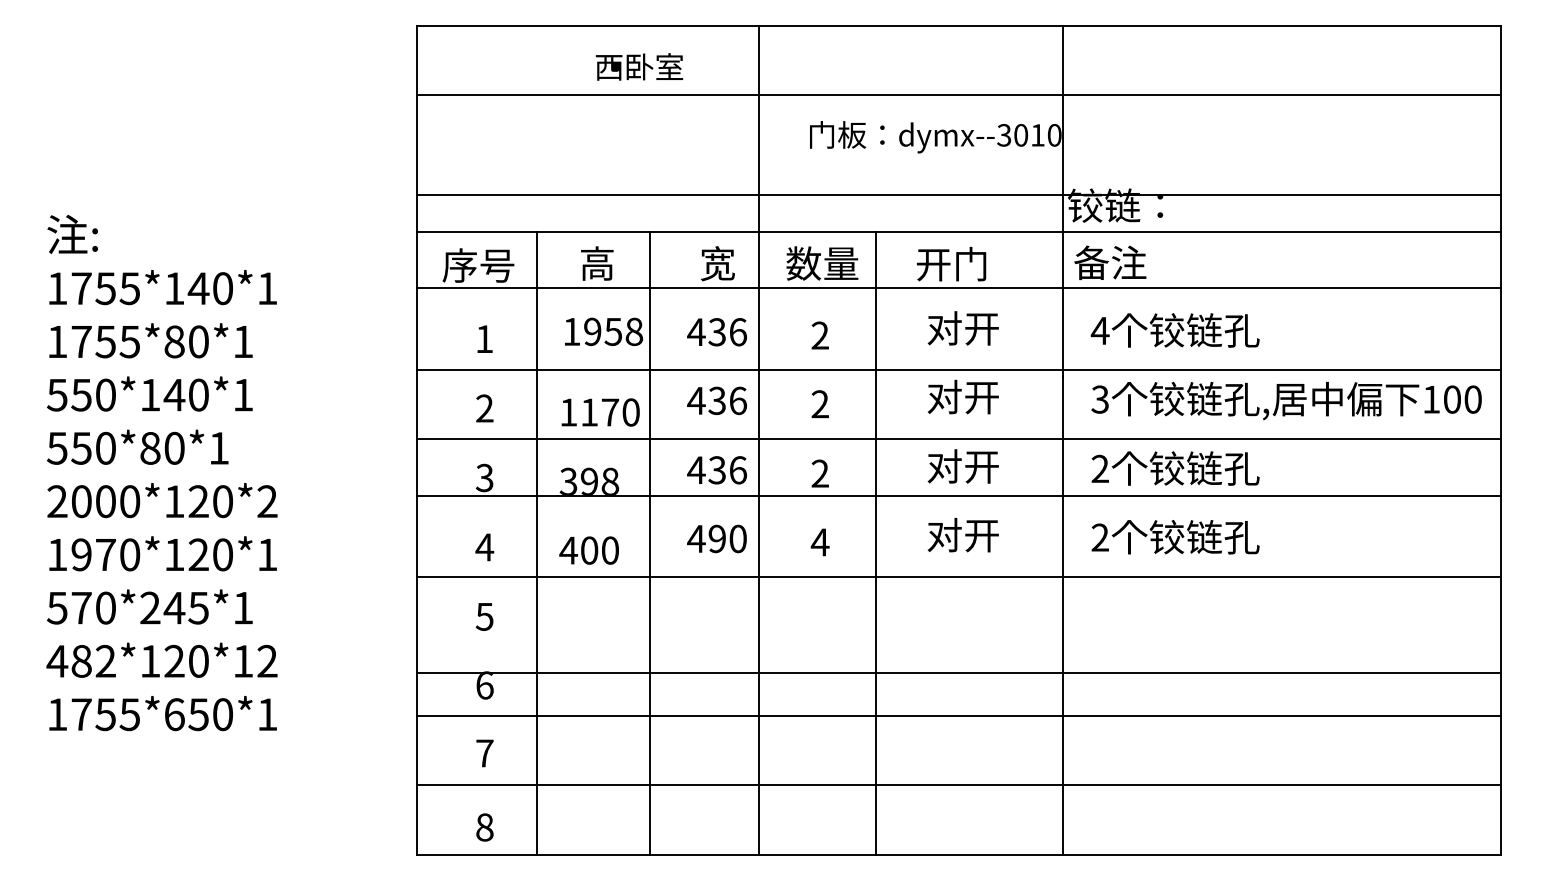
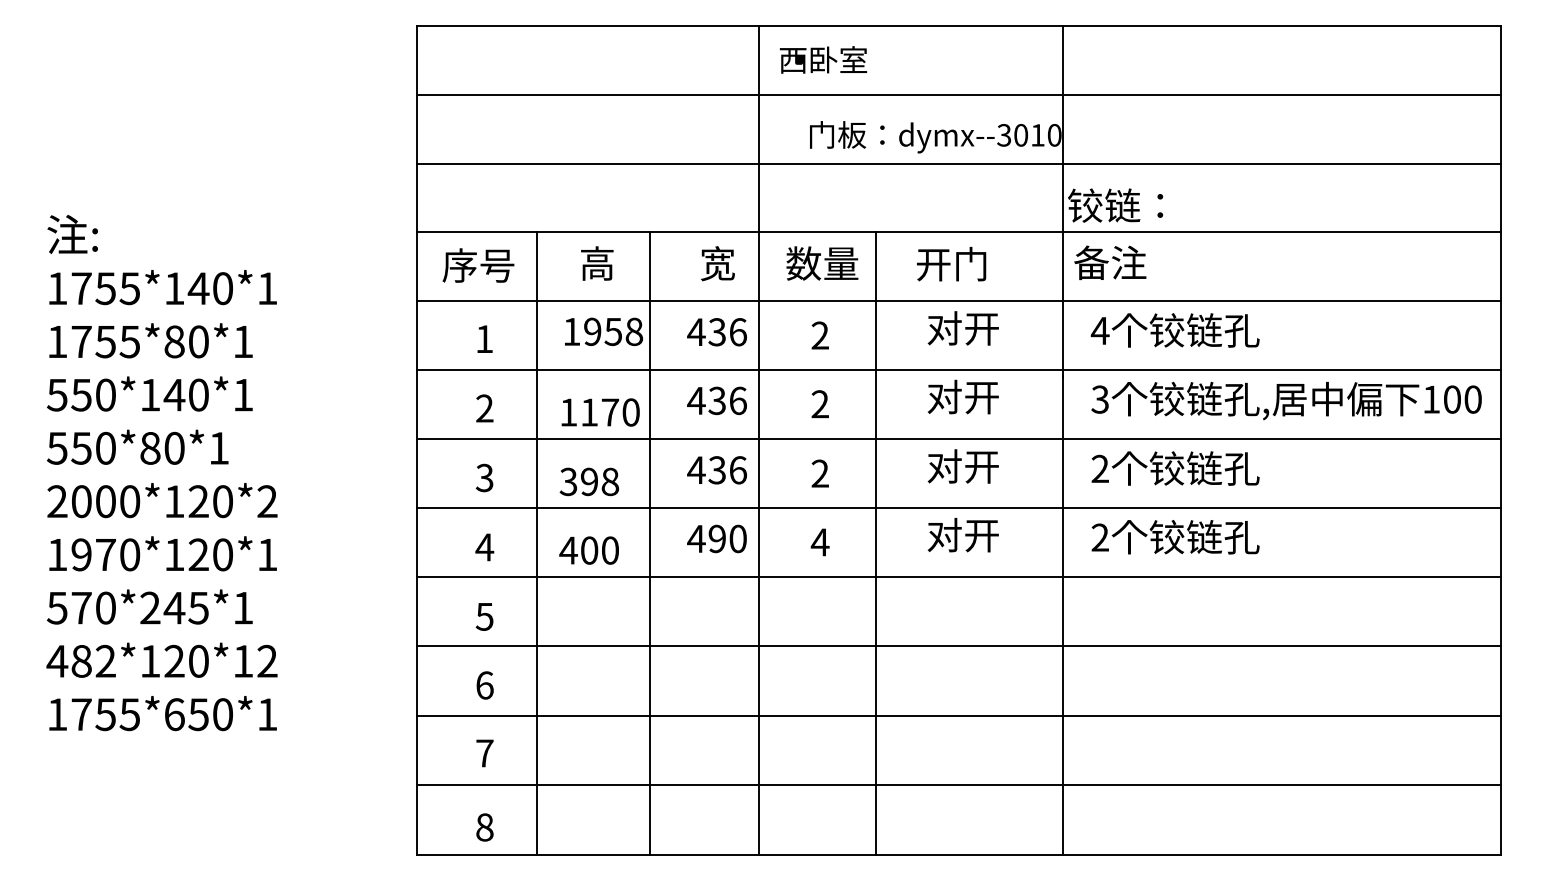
text at (639, 66) position: (639, 66) -> (823, 59)
line at (958, 194) position: (958, 194) -> (958, 163)
line at (958, 287) position: (958, 287) -> (958, 300)
line at (958, 495) position: (958, 495) -> (958, 507)
line at (958, 672) position: (958, 672) -> (958, 645)
